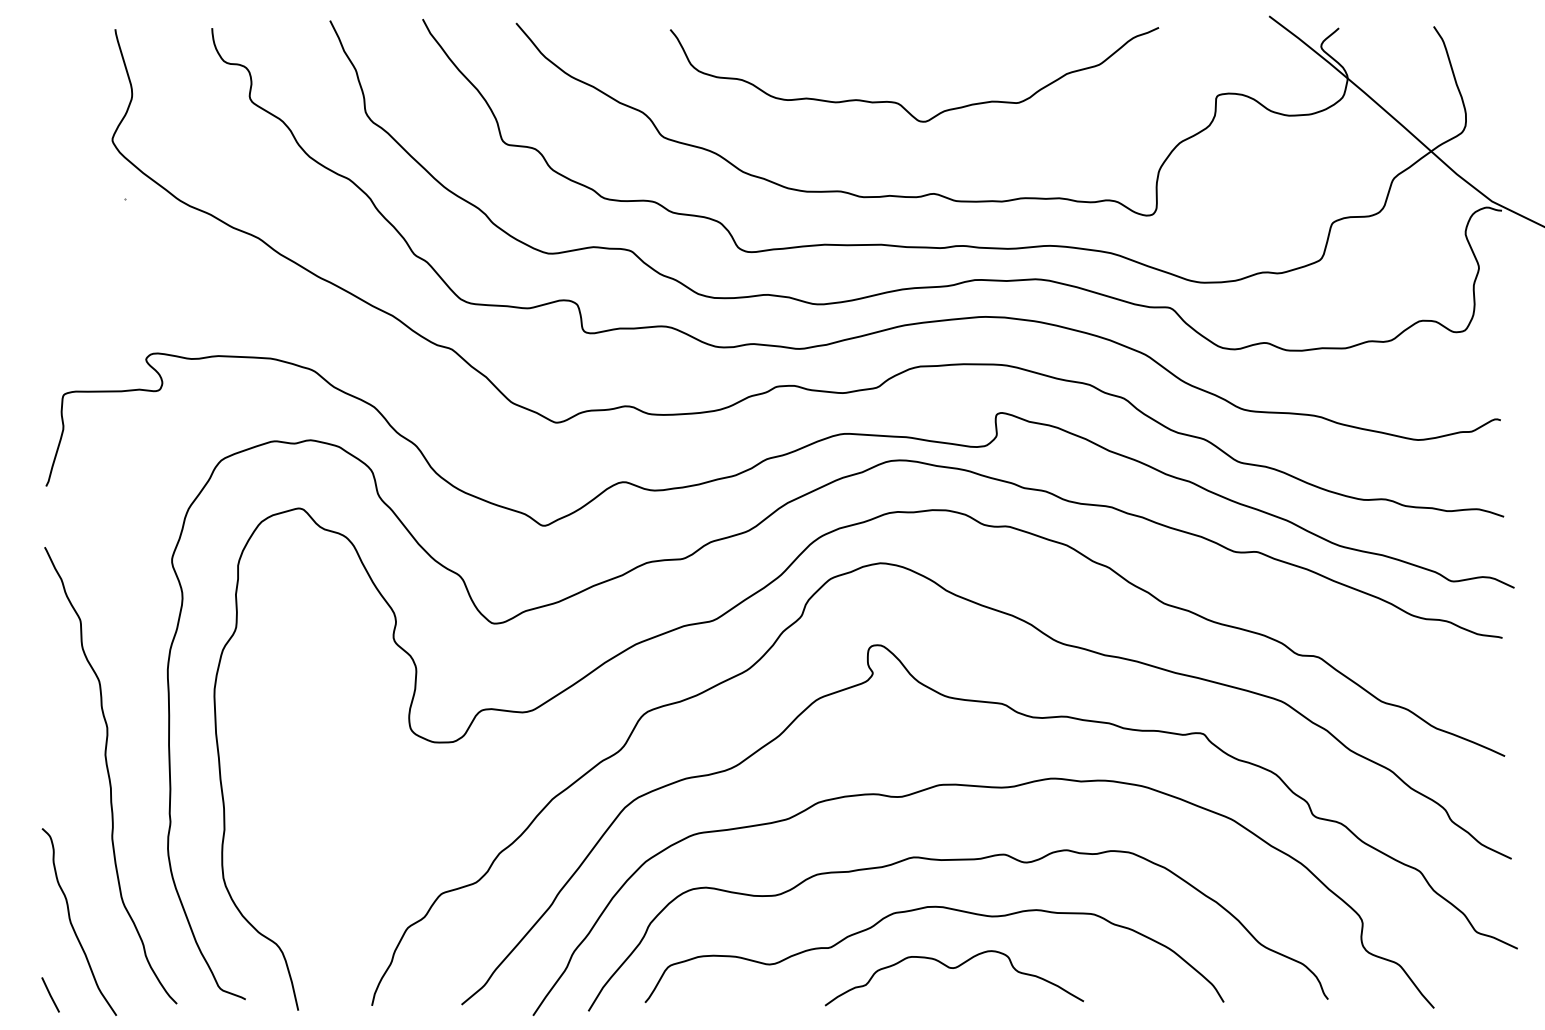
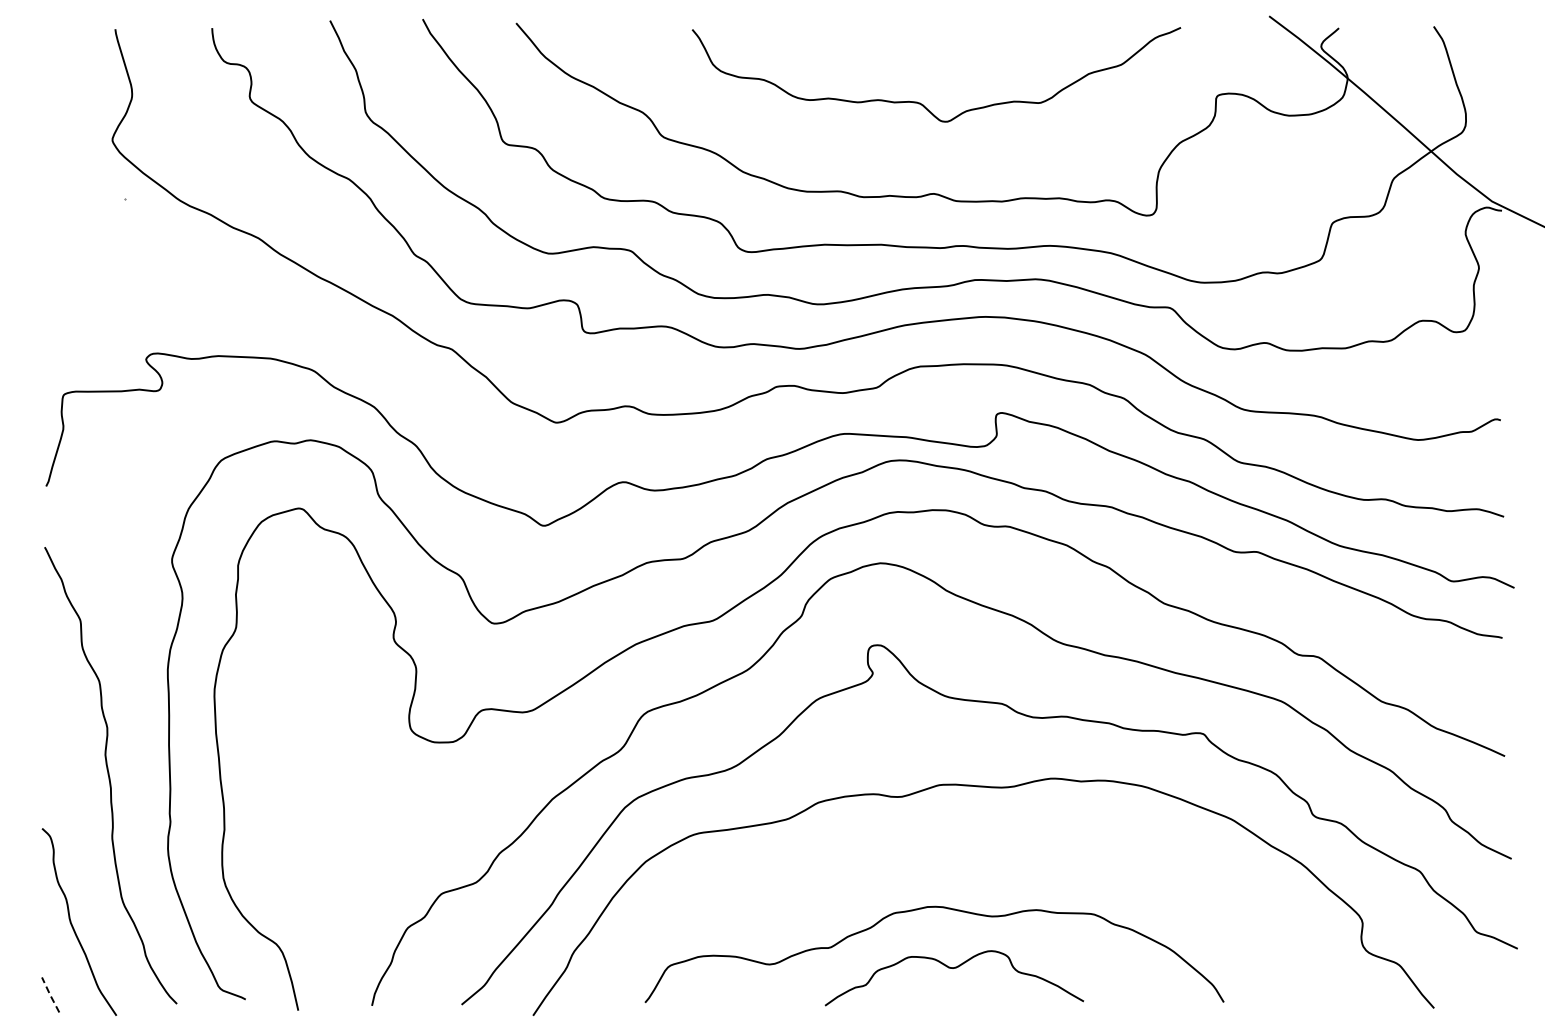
curve at (898, 102) position: (898, 102) -> (920, 102)
curve at (958, 860): present -> none
line at (50, 995): solid -> dashed
